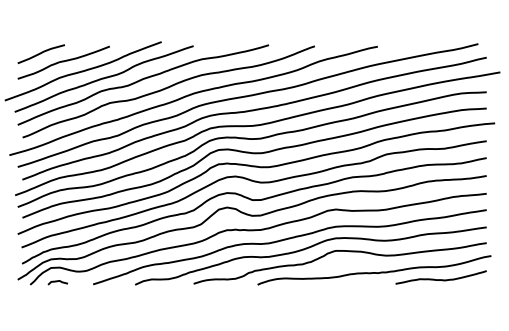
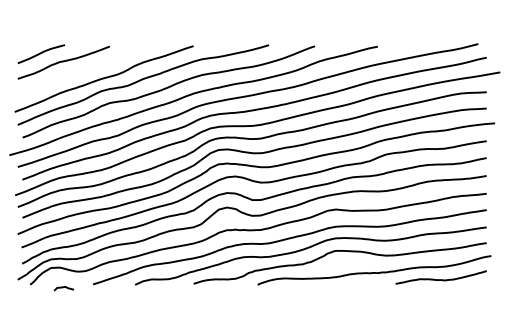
curve at (82, 71): present -> none
curve at (57, 282) position: (57, 282) -> (63, 288)
